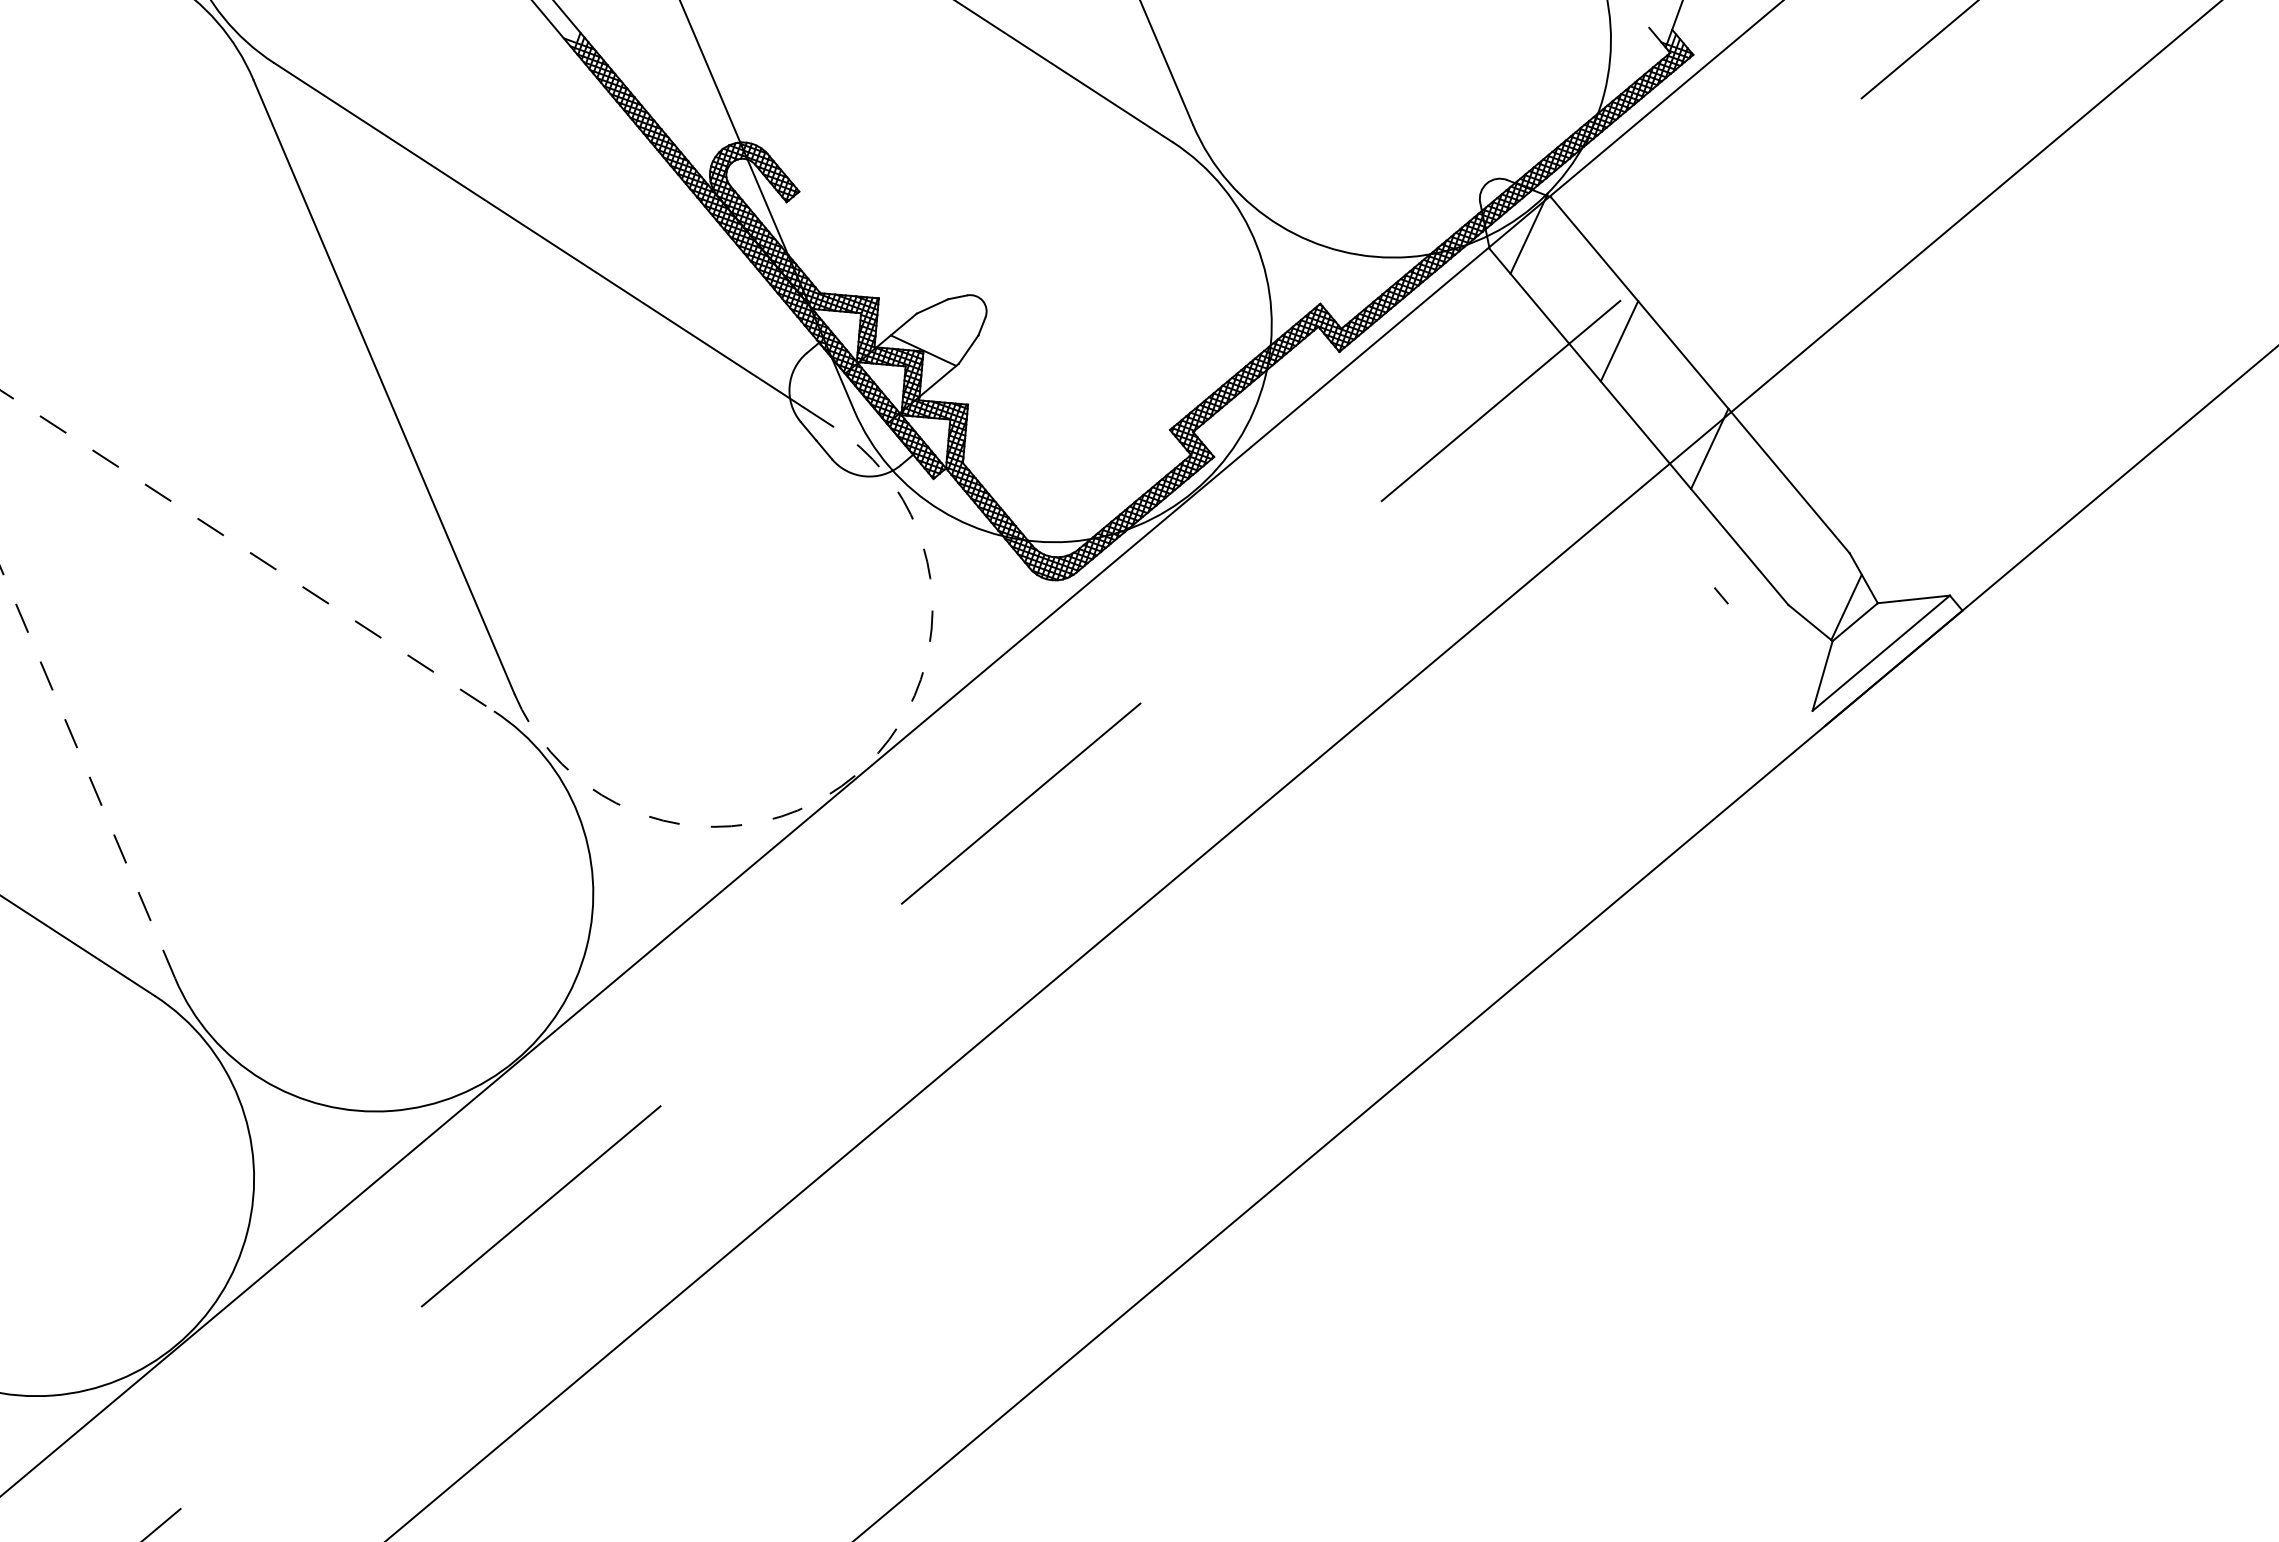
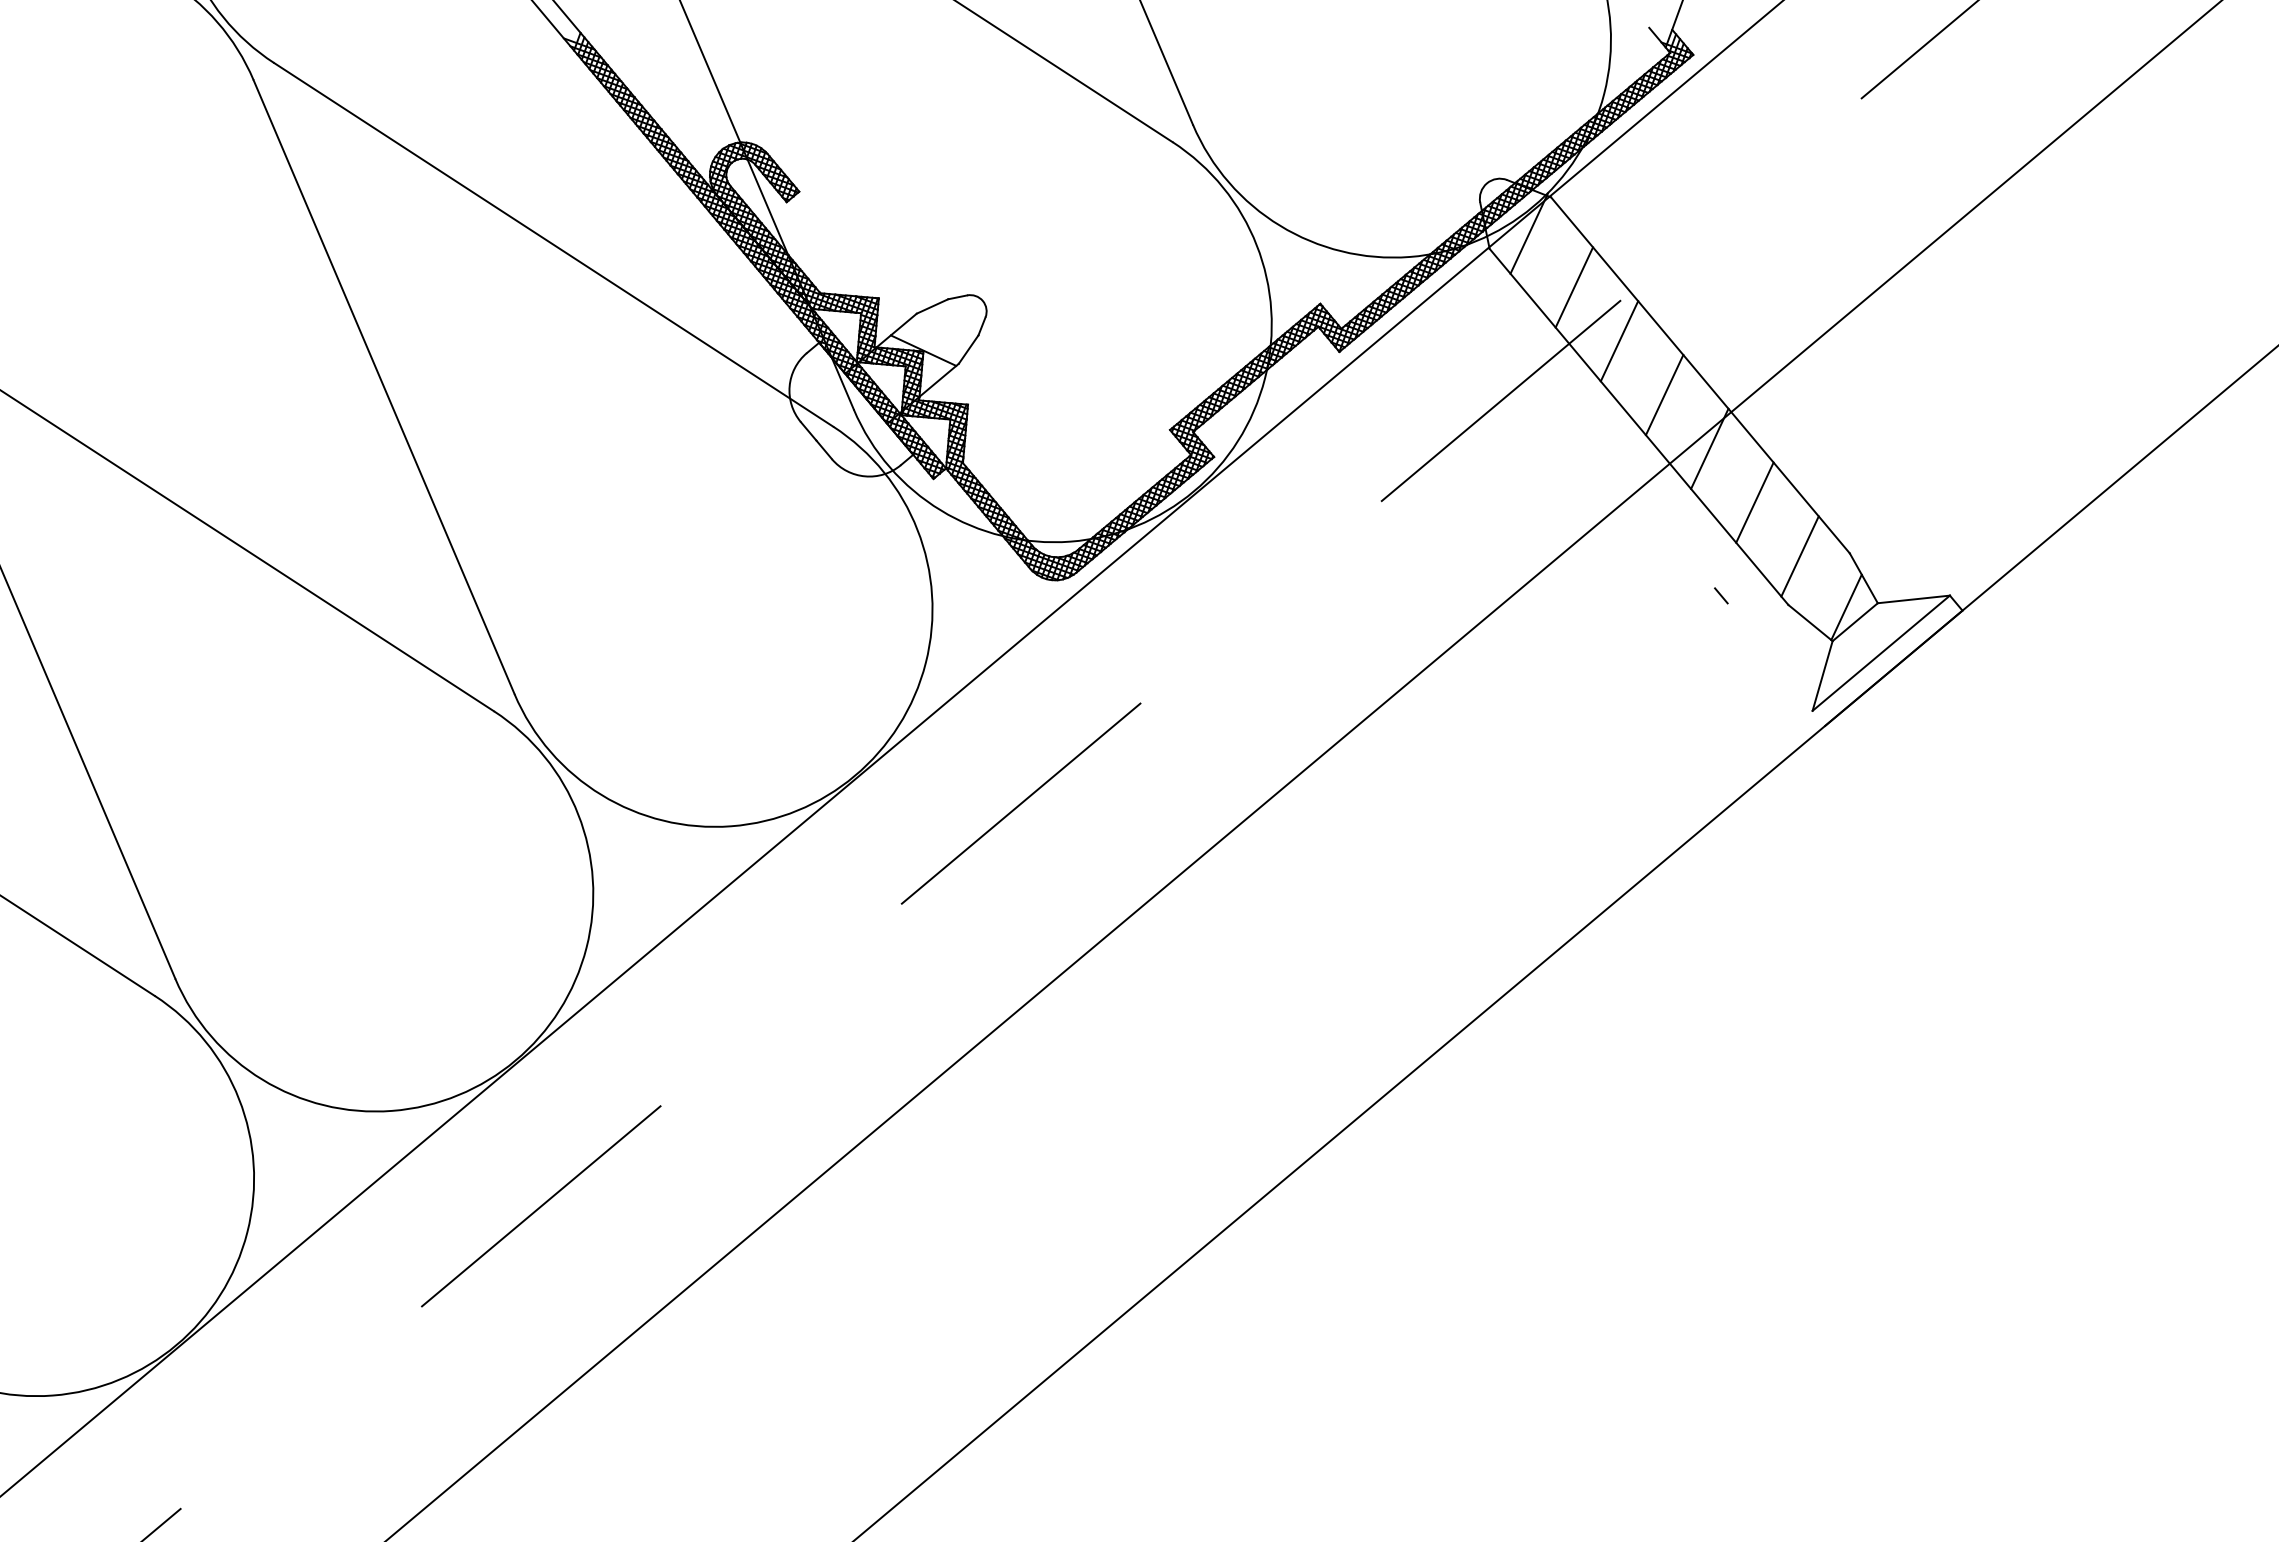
line at (1574, 287): none -> present
line at (1664, 394): none -> present
line at (1754, 502): none -> present
line at (247, 551): dashed -> solid
line at (1799, 556): none -> present
line at (87, 772): dashed -> solid
arc at (854, 775): dashed -> solid
